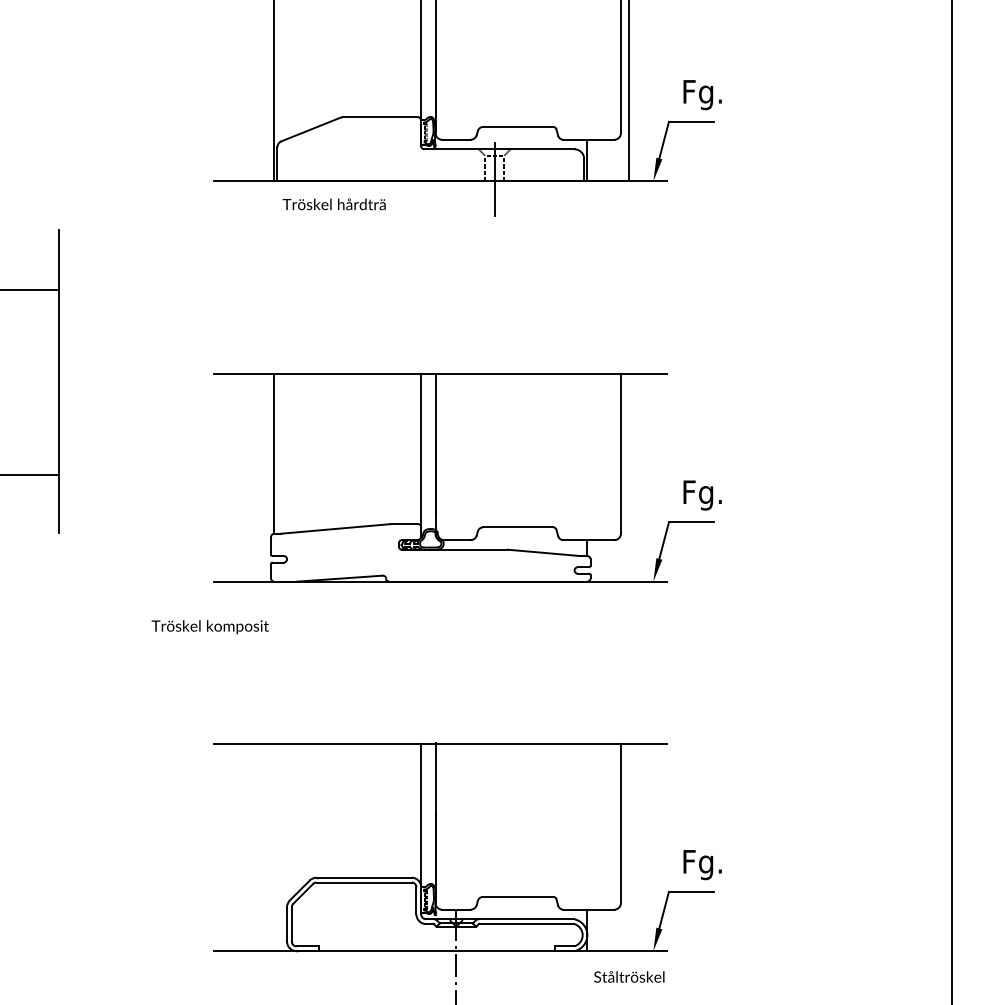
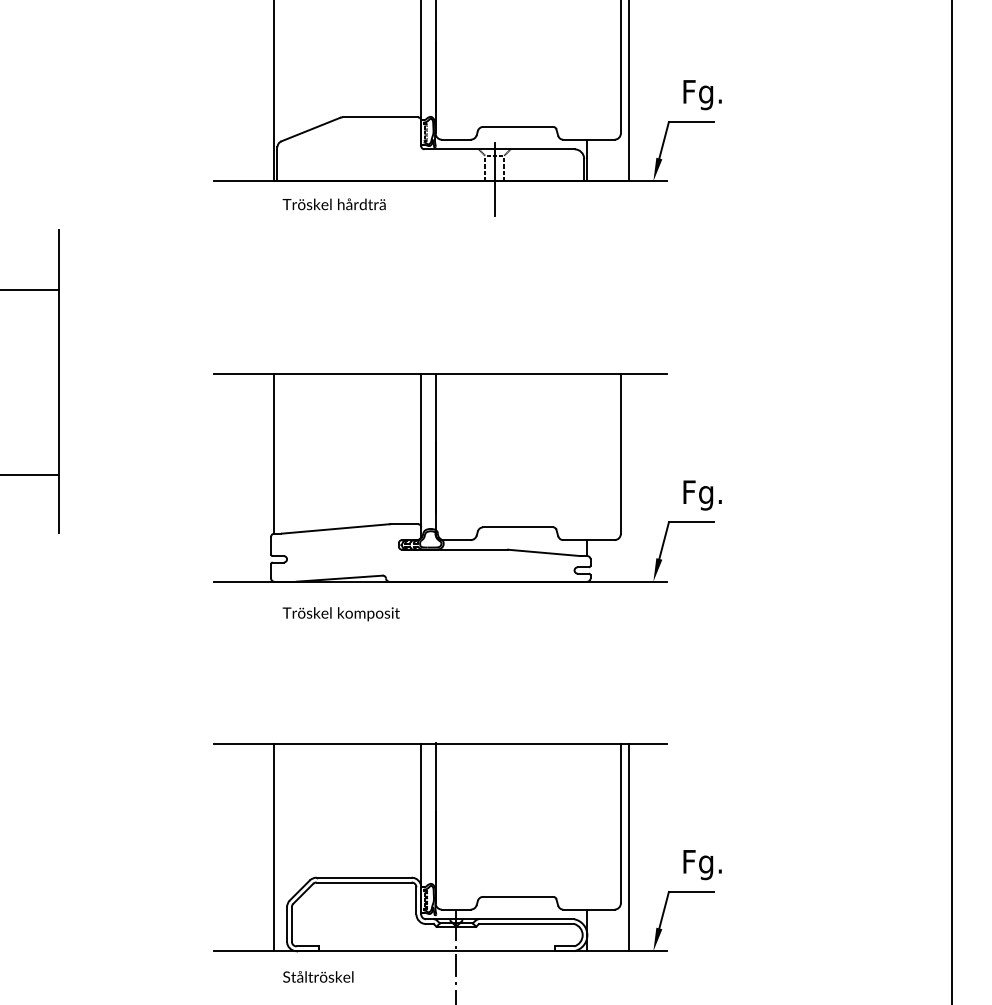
text at (209, 627) position: (209, 627) -> (340, 614)
line at (274, 847): none -> present
line at (628, 847): none -> present
text at (629, 976) position: (629, 976) -> (318, 976)
